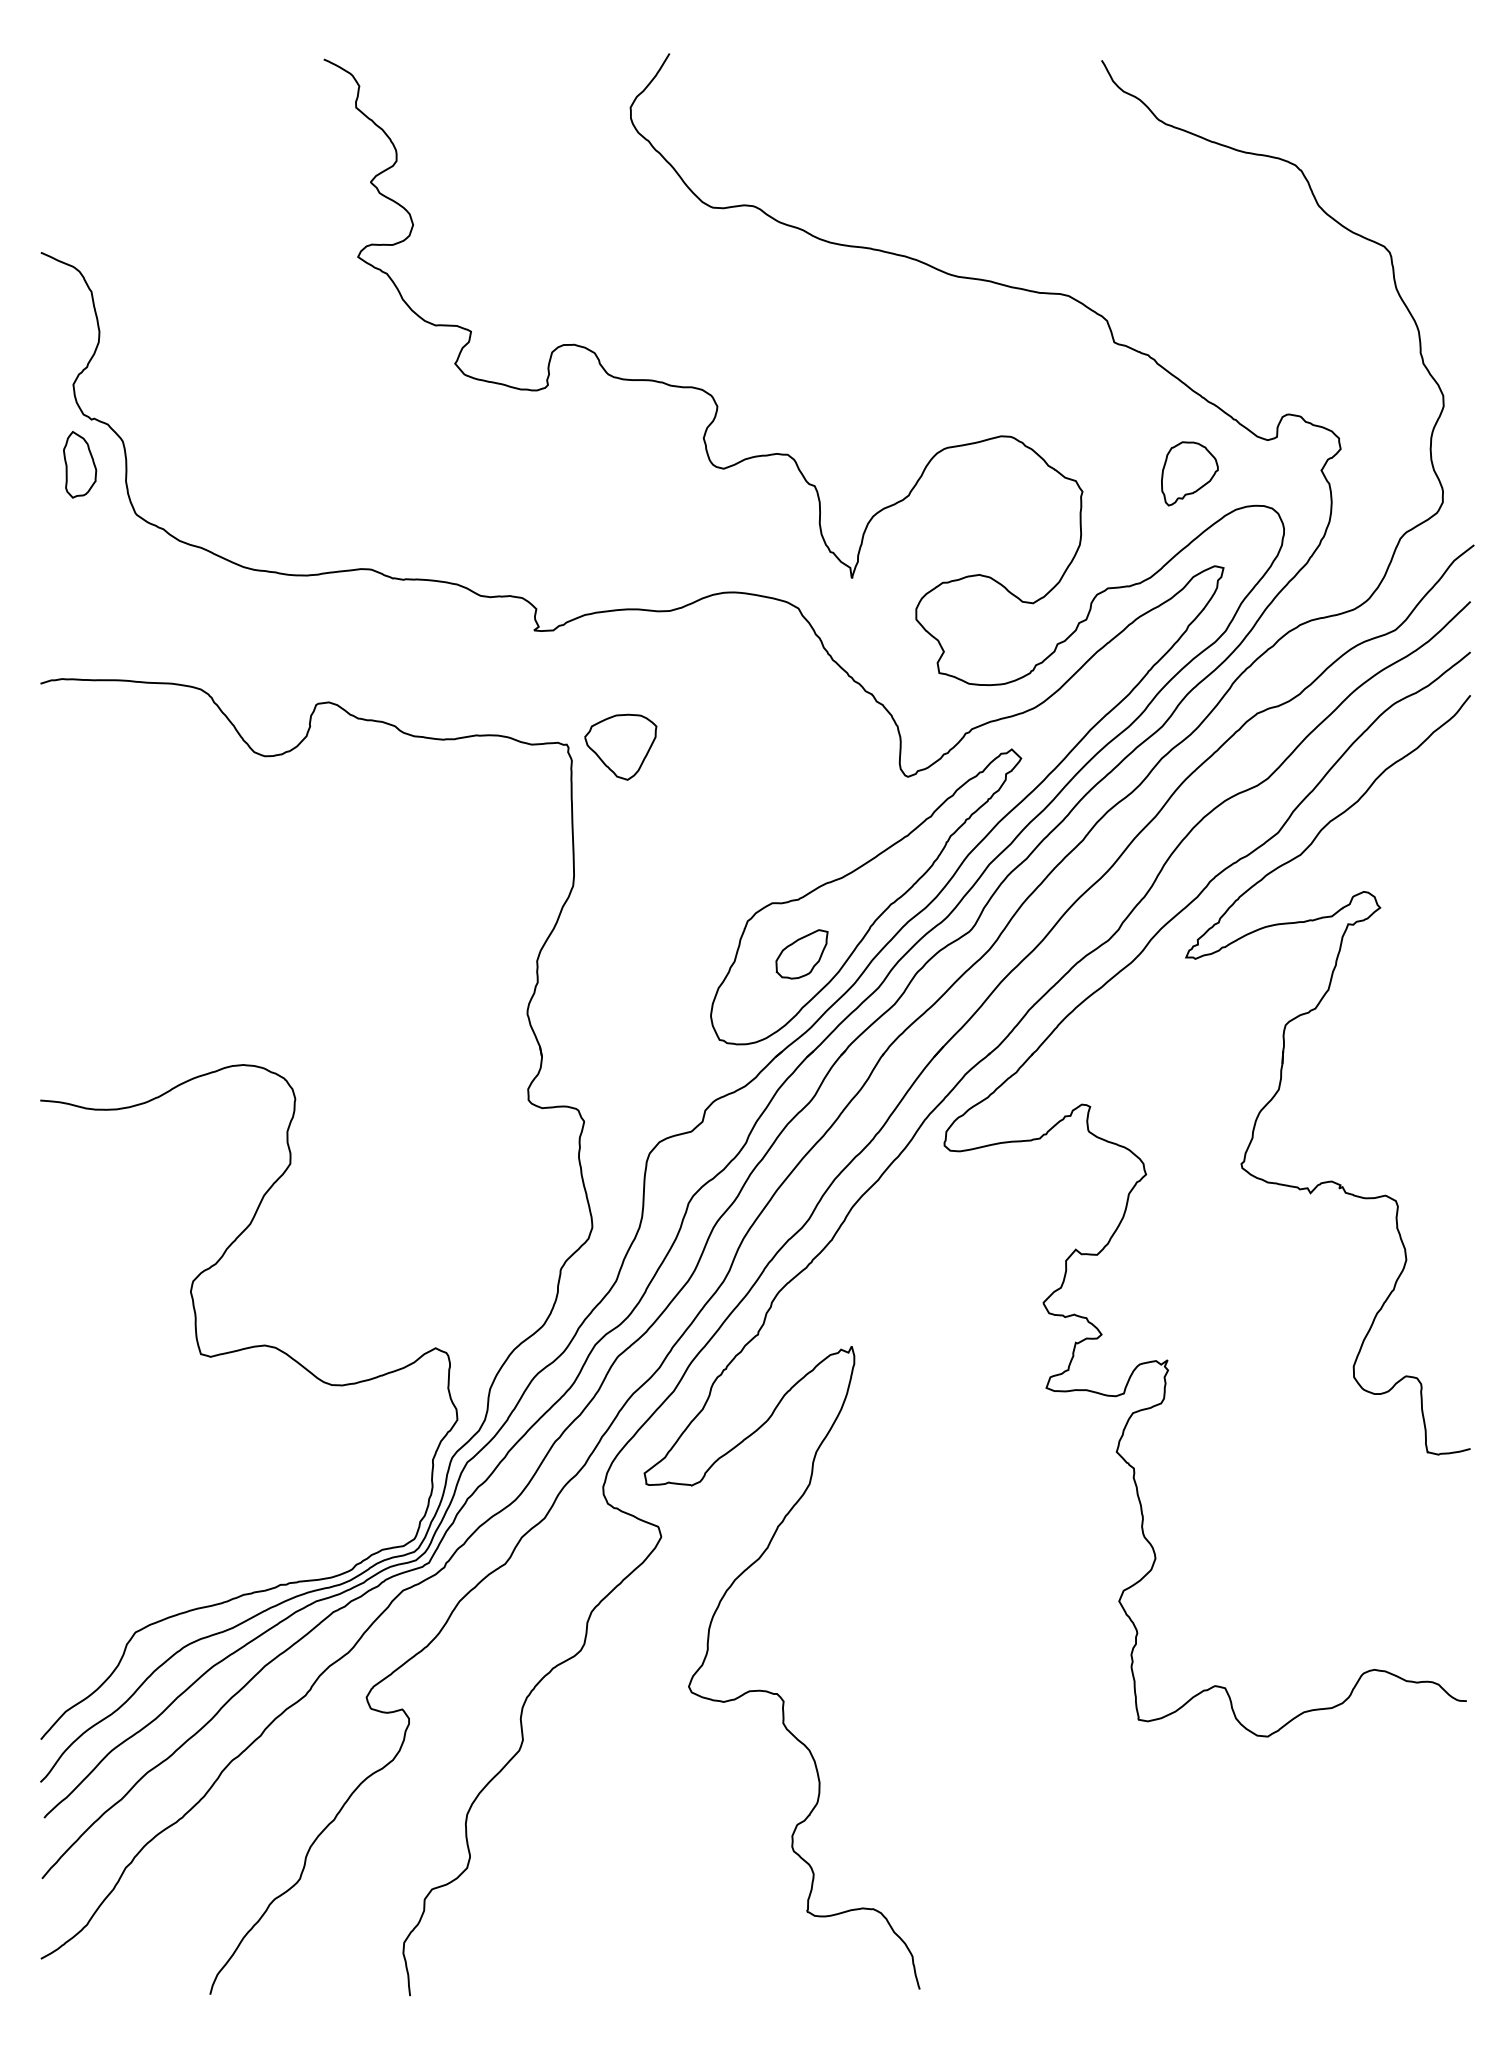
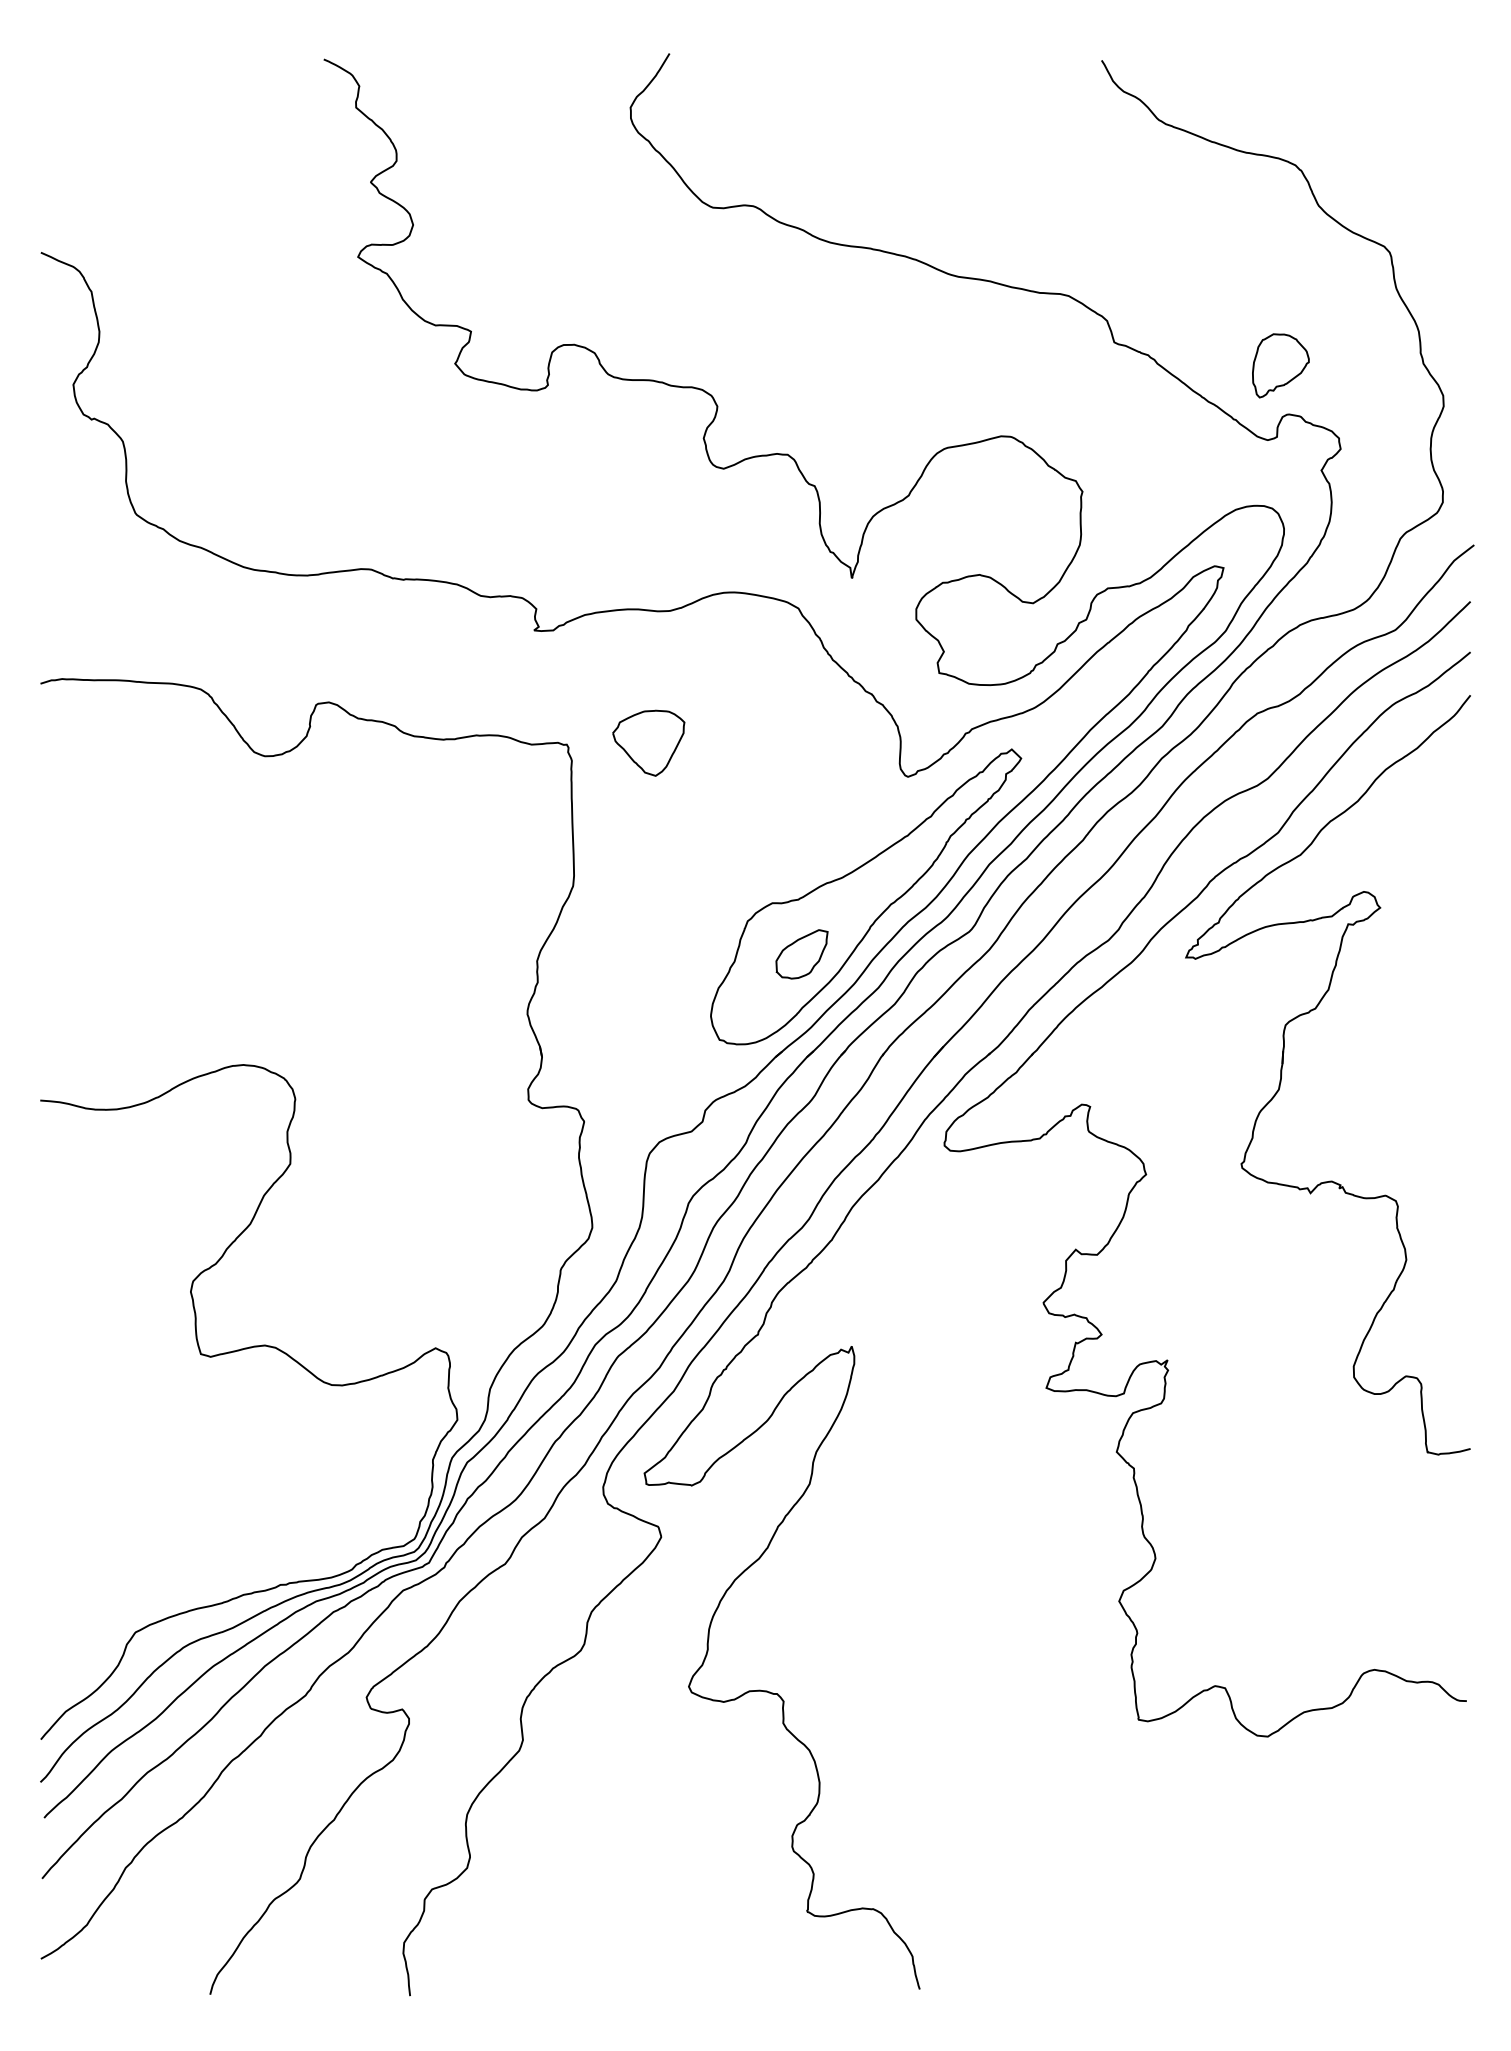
part at (80, 464): present -> none
part at (1189, 473) position: (1189, 473) -> (1280, 365)
part at (620, 746) position: (620, 746) -> (648, 742)
